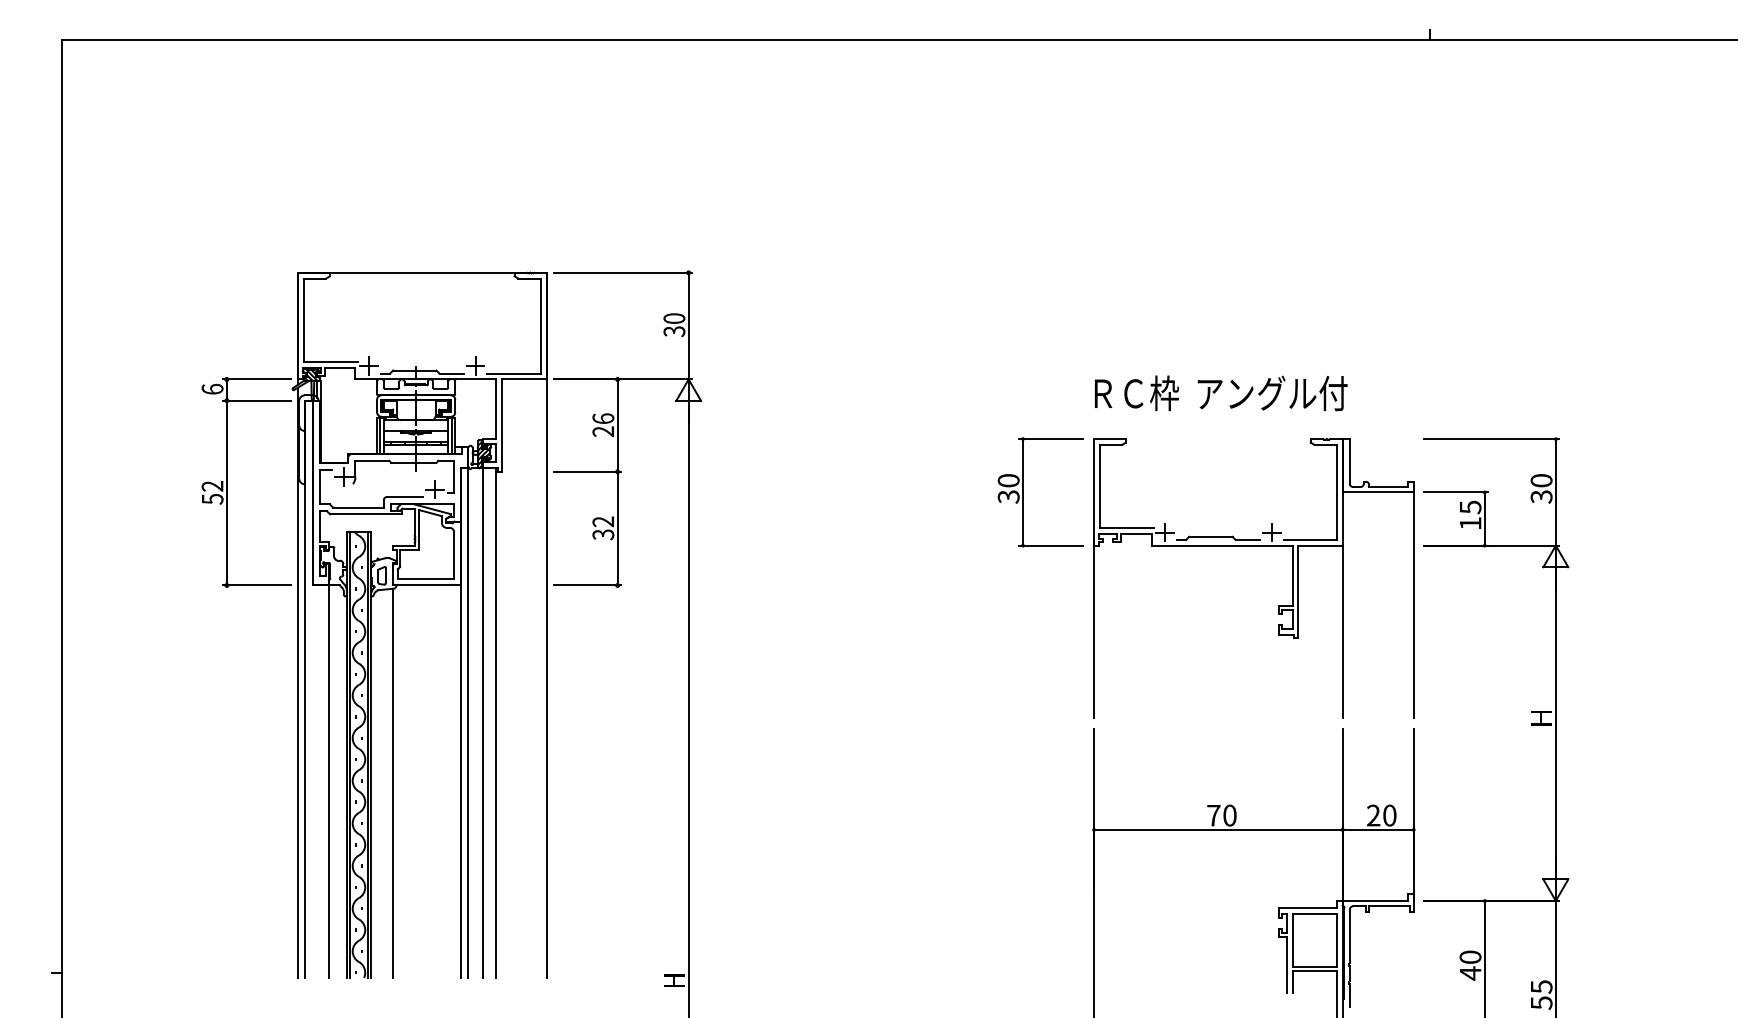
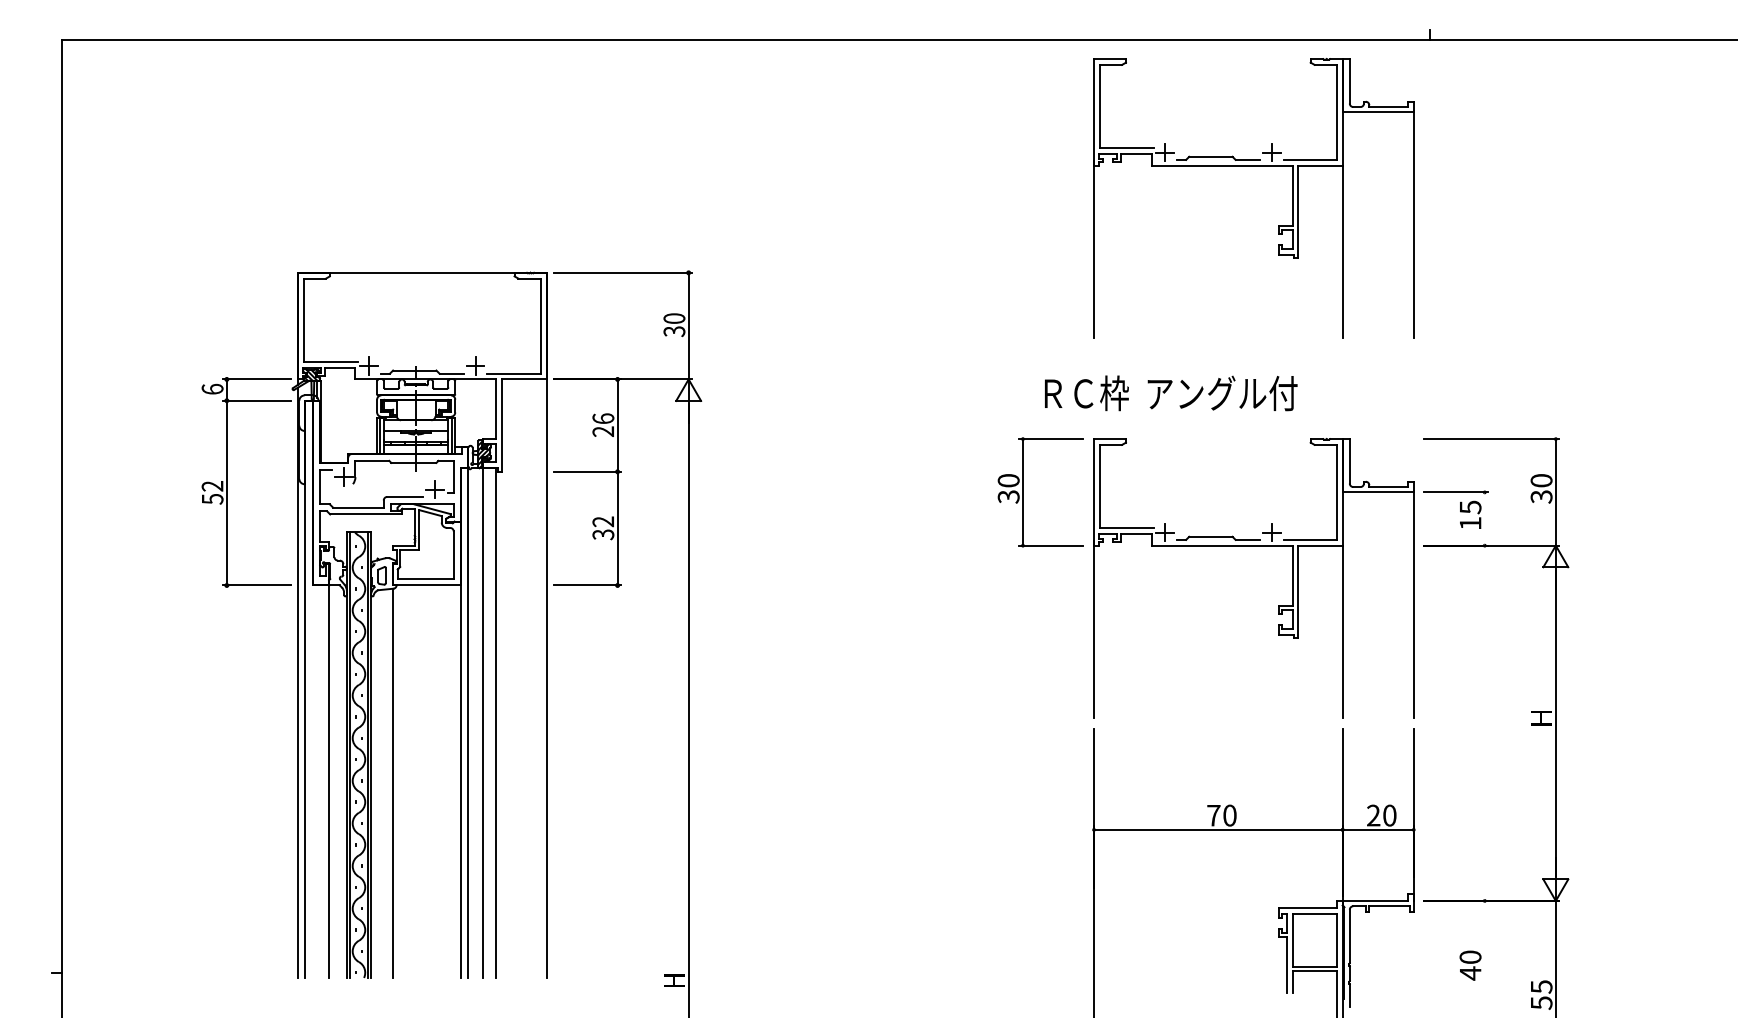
part at (1253, 166): none -> present
text at (1221, 393) position: (1221, 393) -> (1171, 393)
line at (1484, 518): present -> none
line at (1484, 957): present -> none
